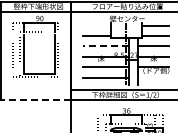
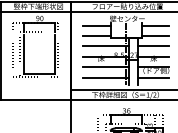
line at (96, 25): none -> present
line at (106, 46): dashed -> solid
line at (153, 77): none -> present
line at (35, 100): dashed -> solid
